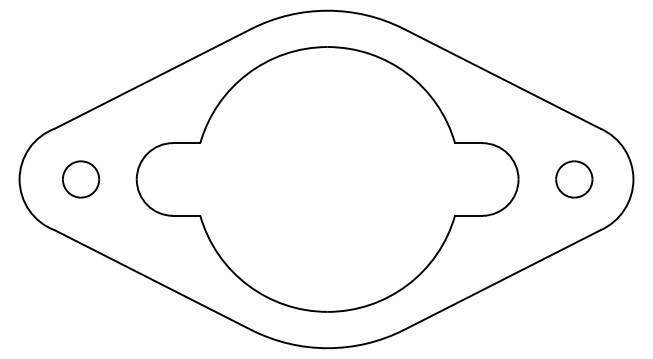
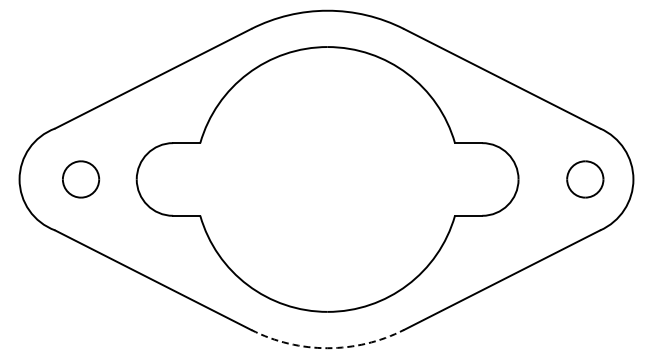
part at (574, 179) position: (574, 179) -> (585, 179)
arc at (327, 348): solid -> dashed
